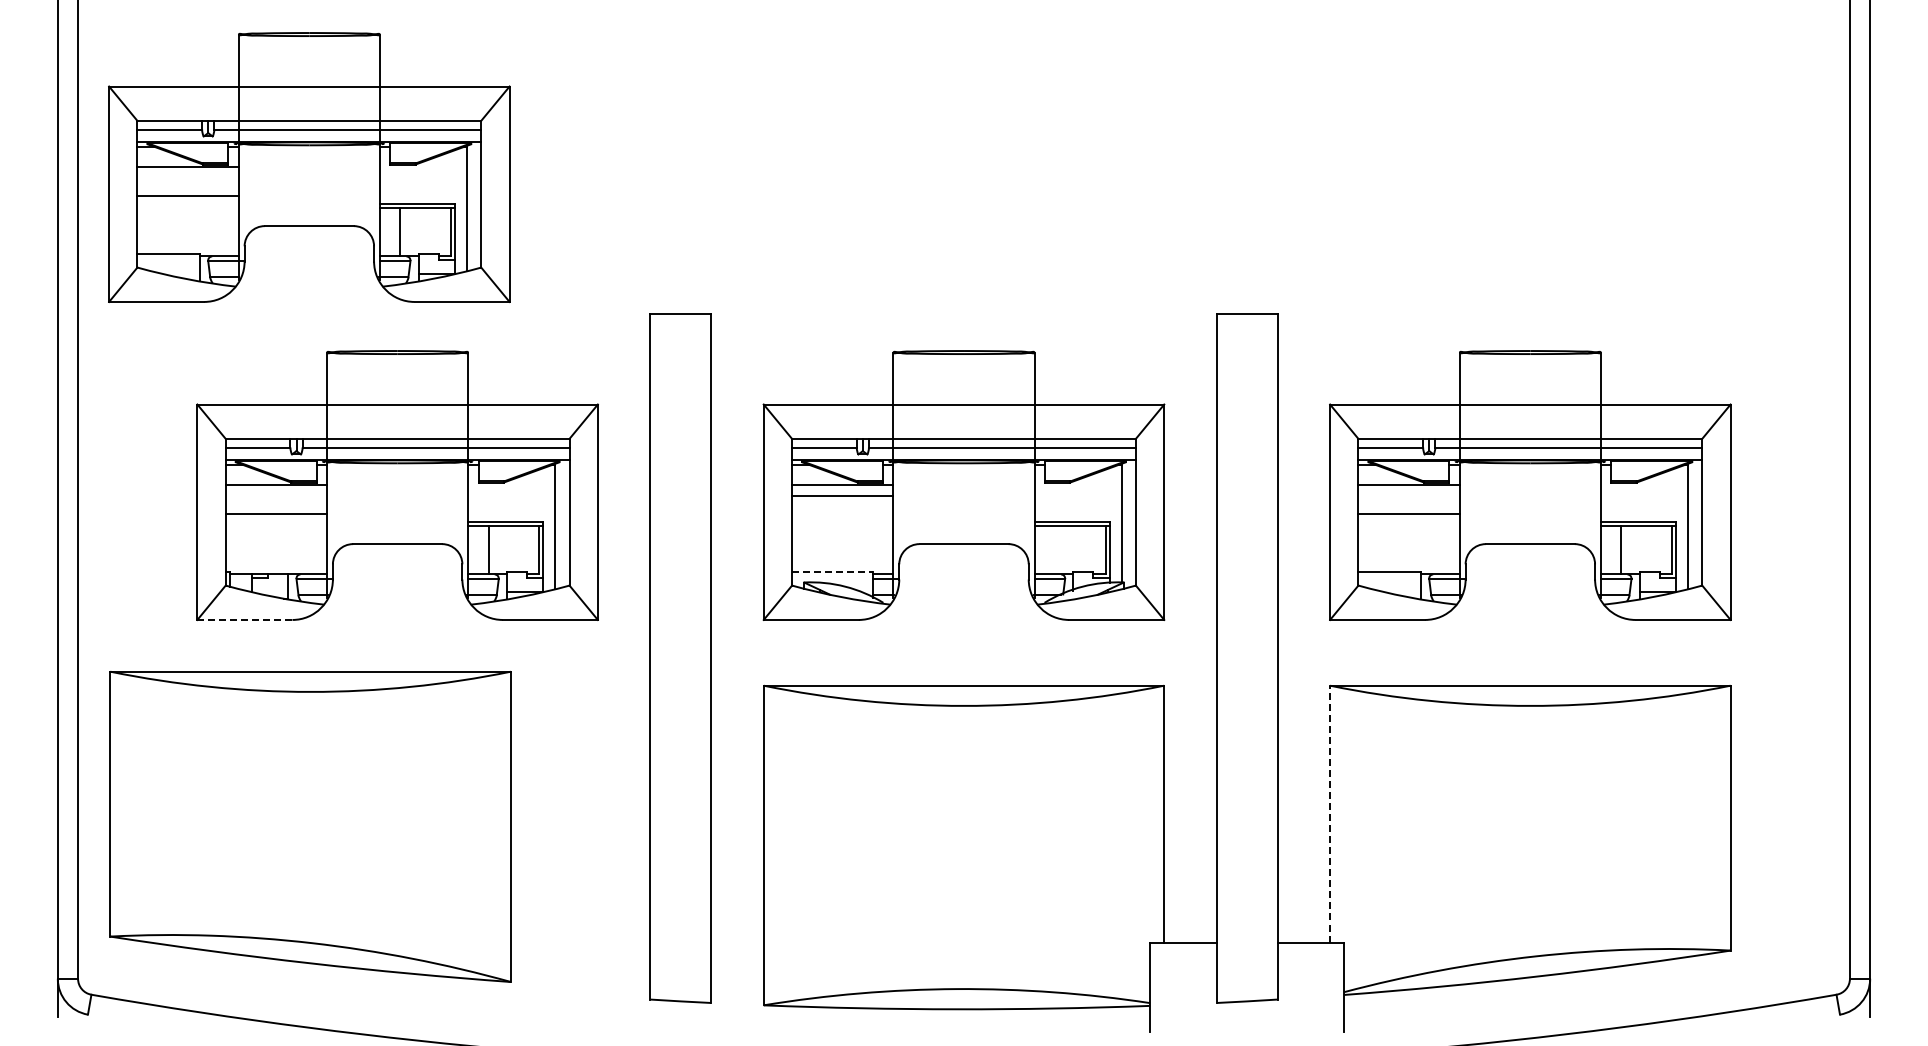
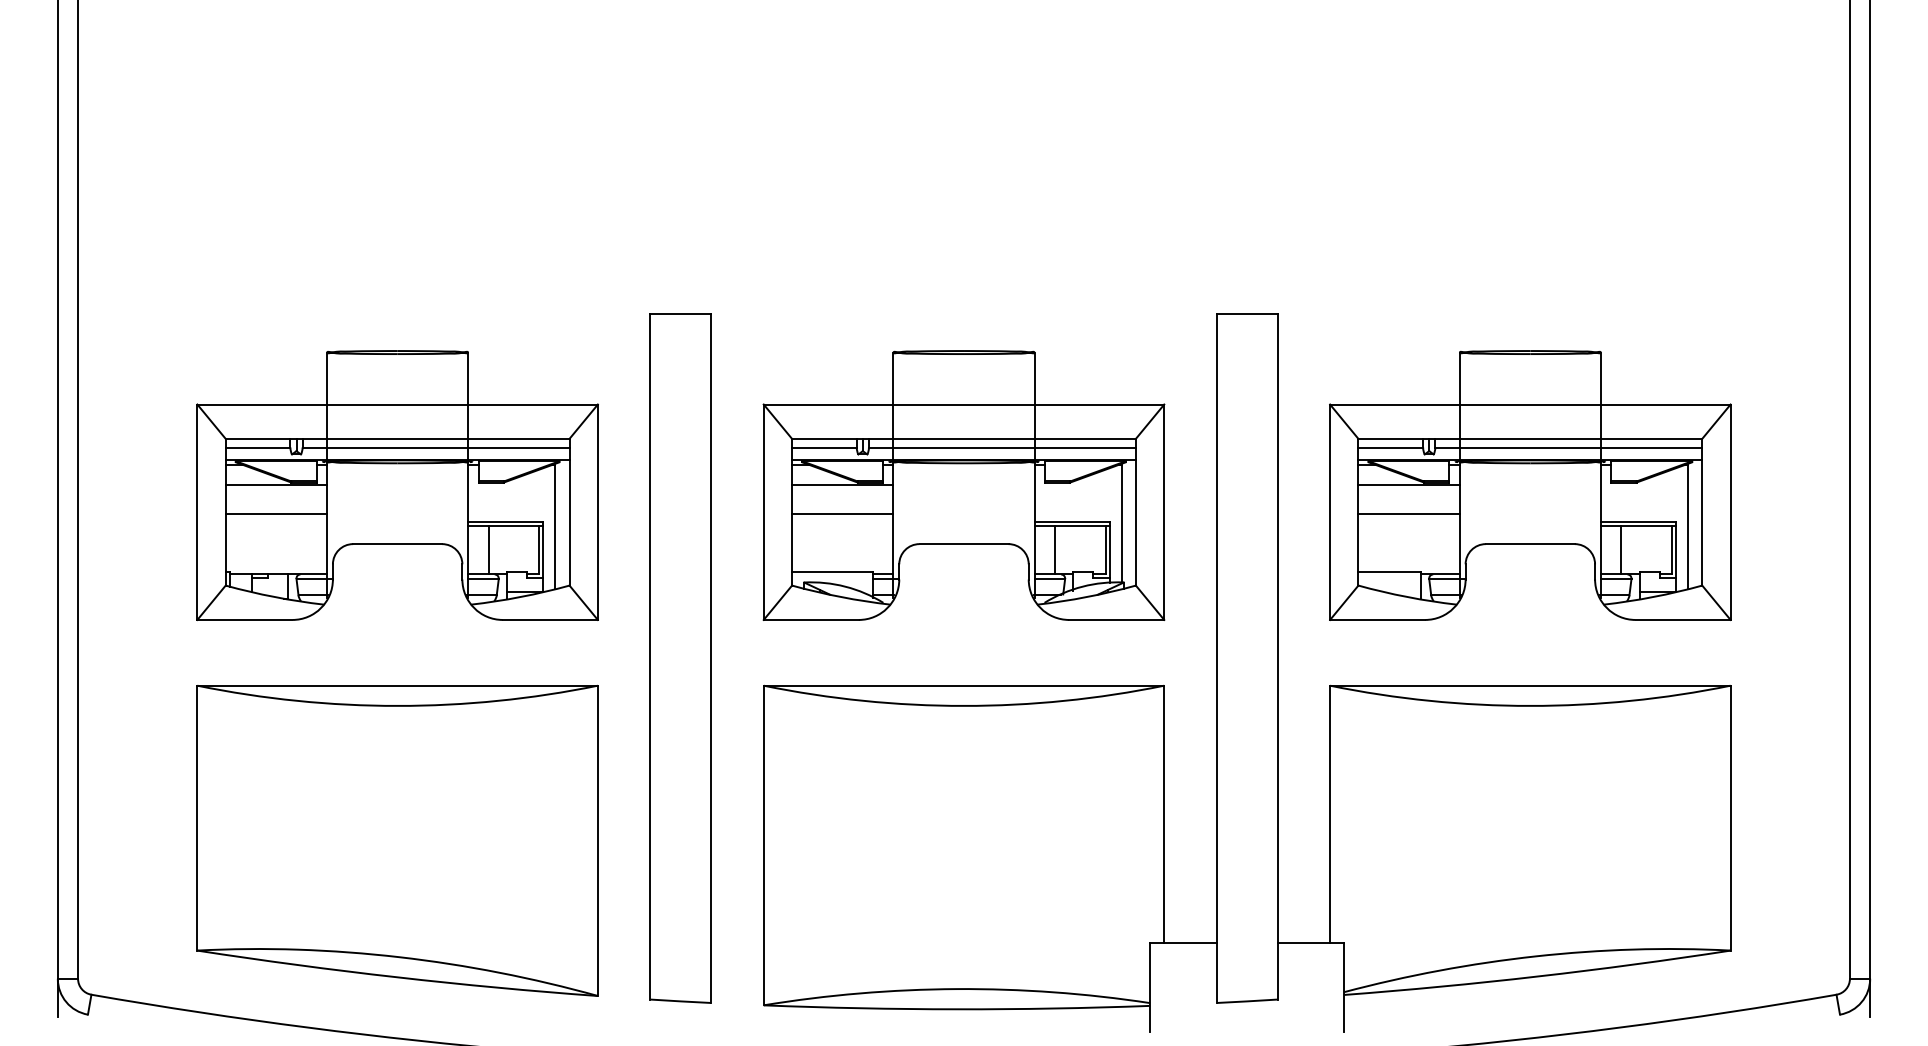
part at (309, 167): present -> none
line at (842, 495) position: (842, 495) -> (842, 513)
line at (1055, 549): none -> present
line at (833, 572): dashed -> solid
line at (244, 619): dashed -> solid
line at (1330, 813): dashed -> solid
part at (310, 826) position: (310, 826) -> (397, 840)
